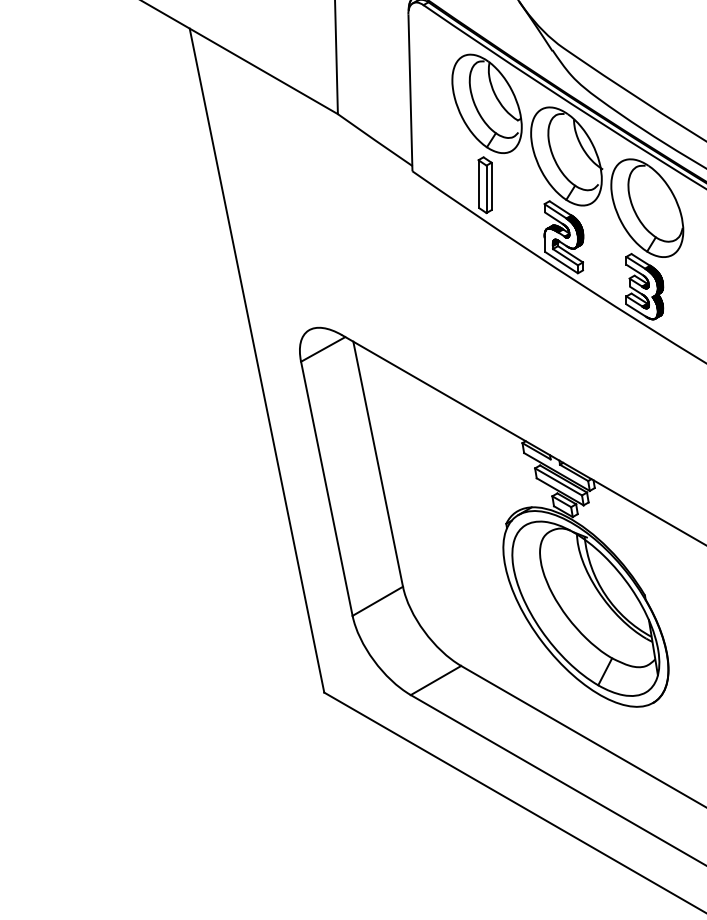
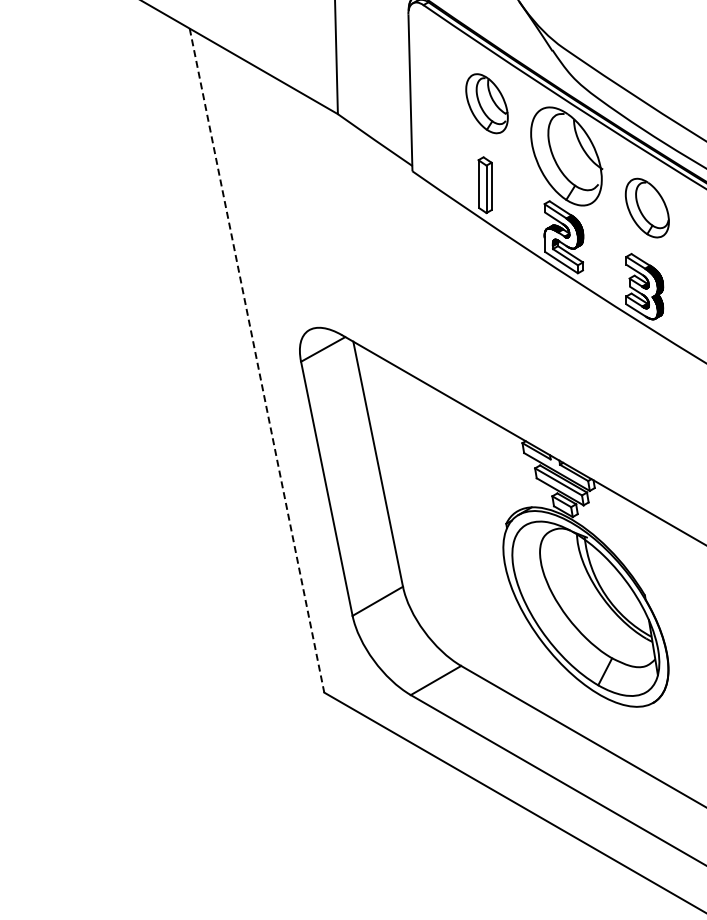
part at (486, 103) size: 72x101 px -> 44x62 px
part at (647, 207) size: 75x100 px -> 46x62 px
line at (257, 360): solid -> dashed
